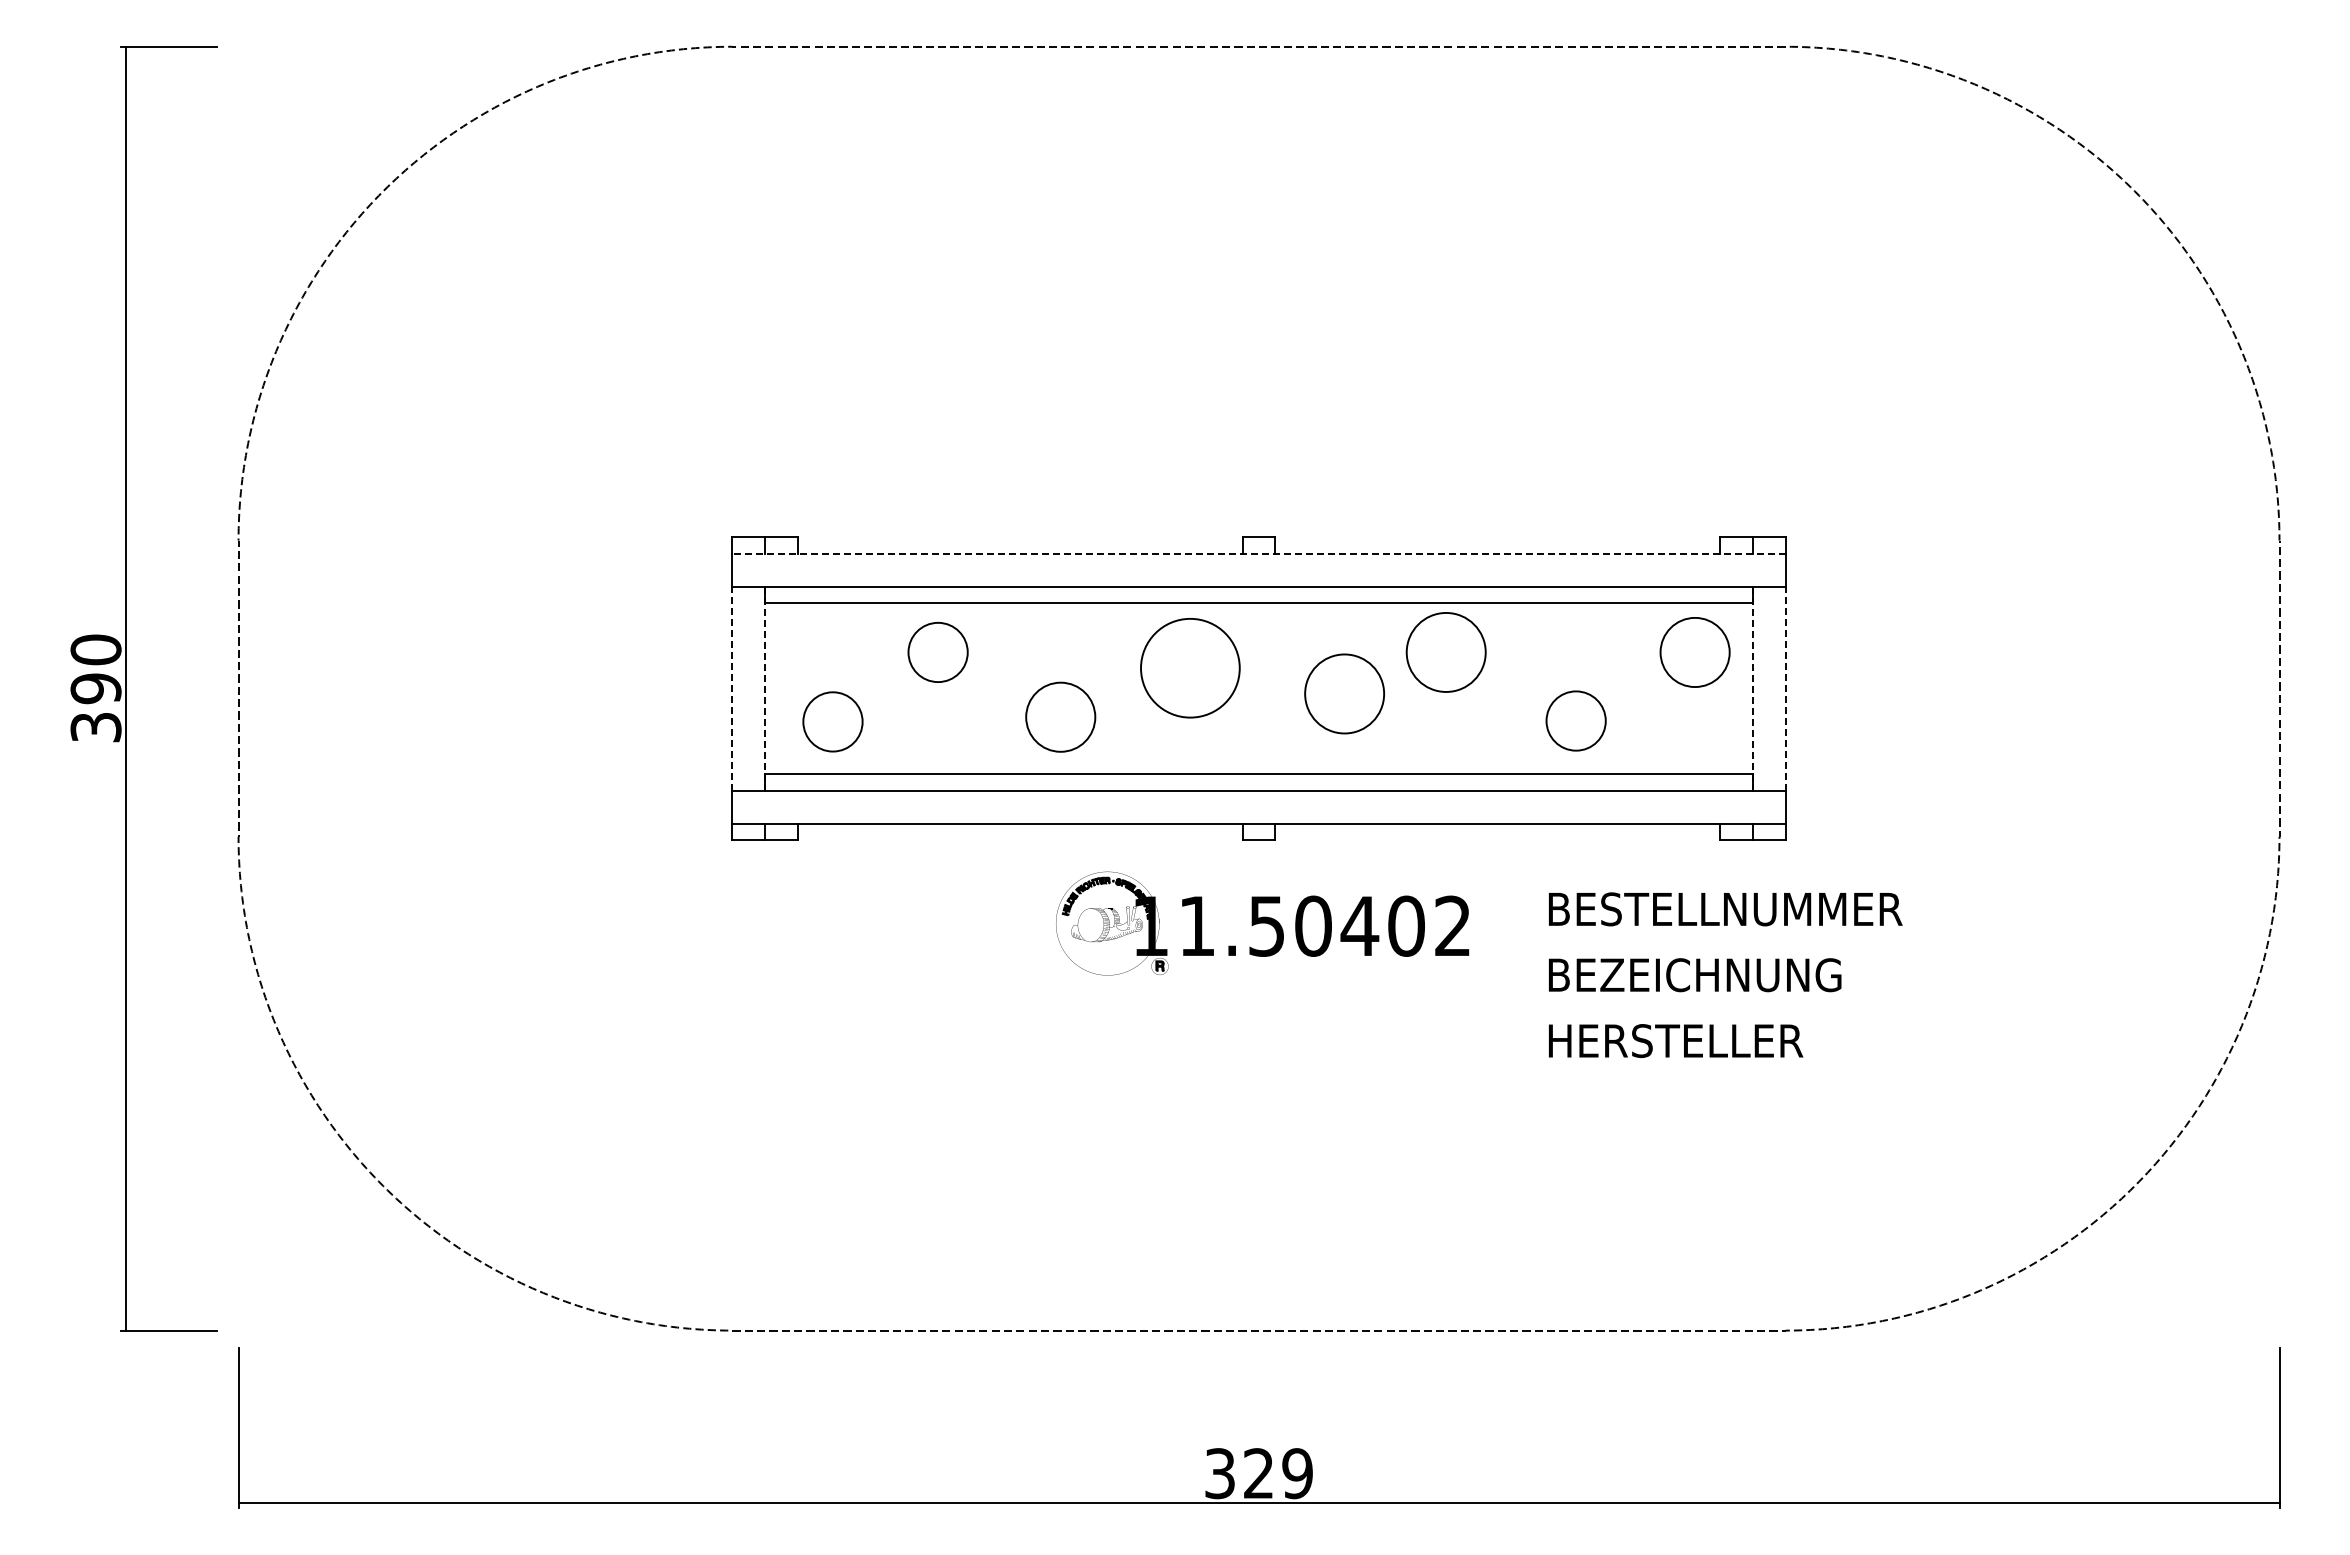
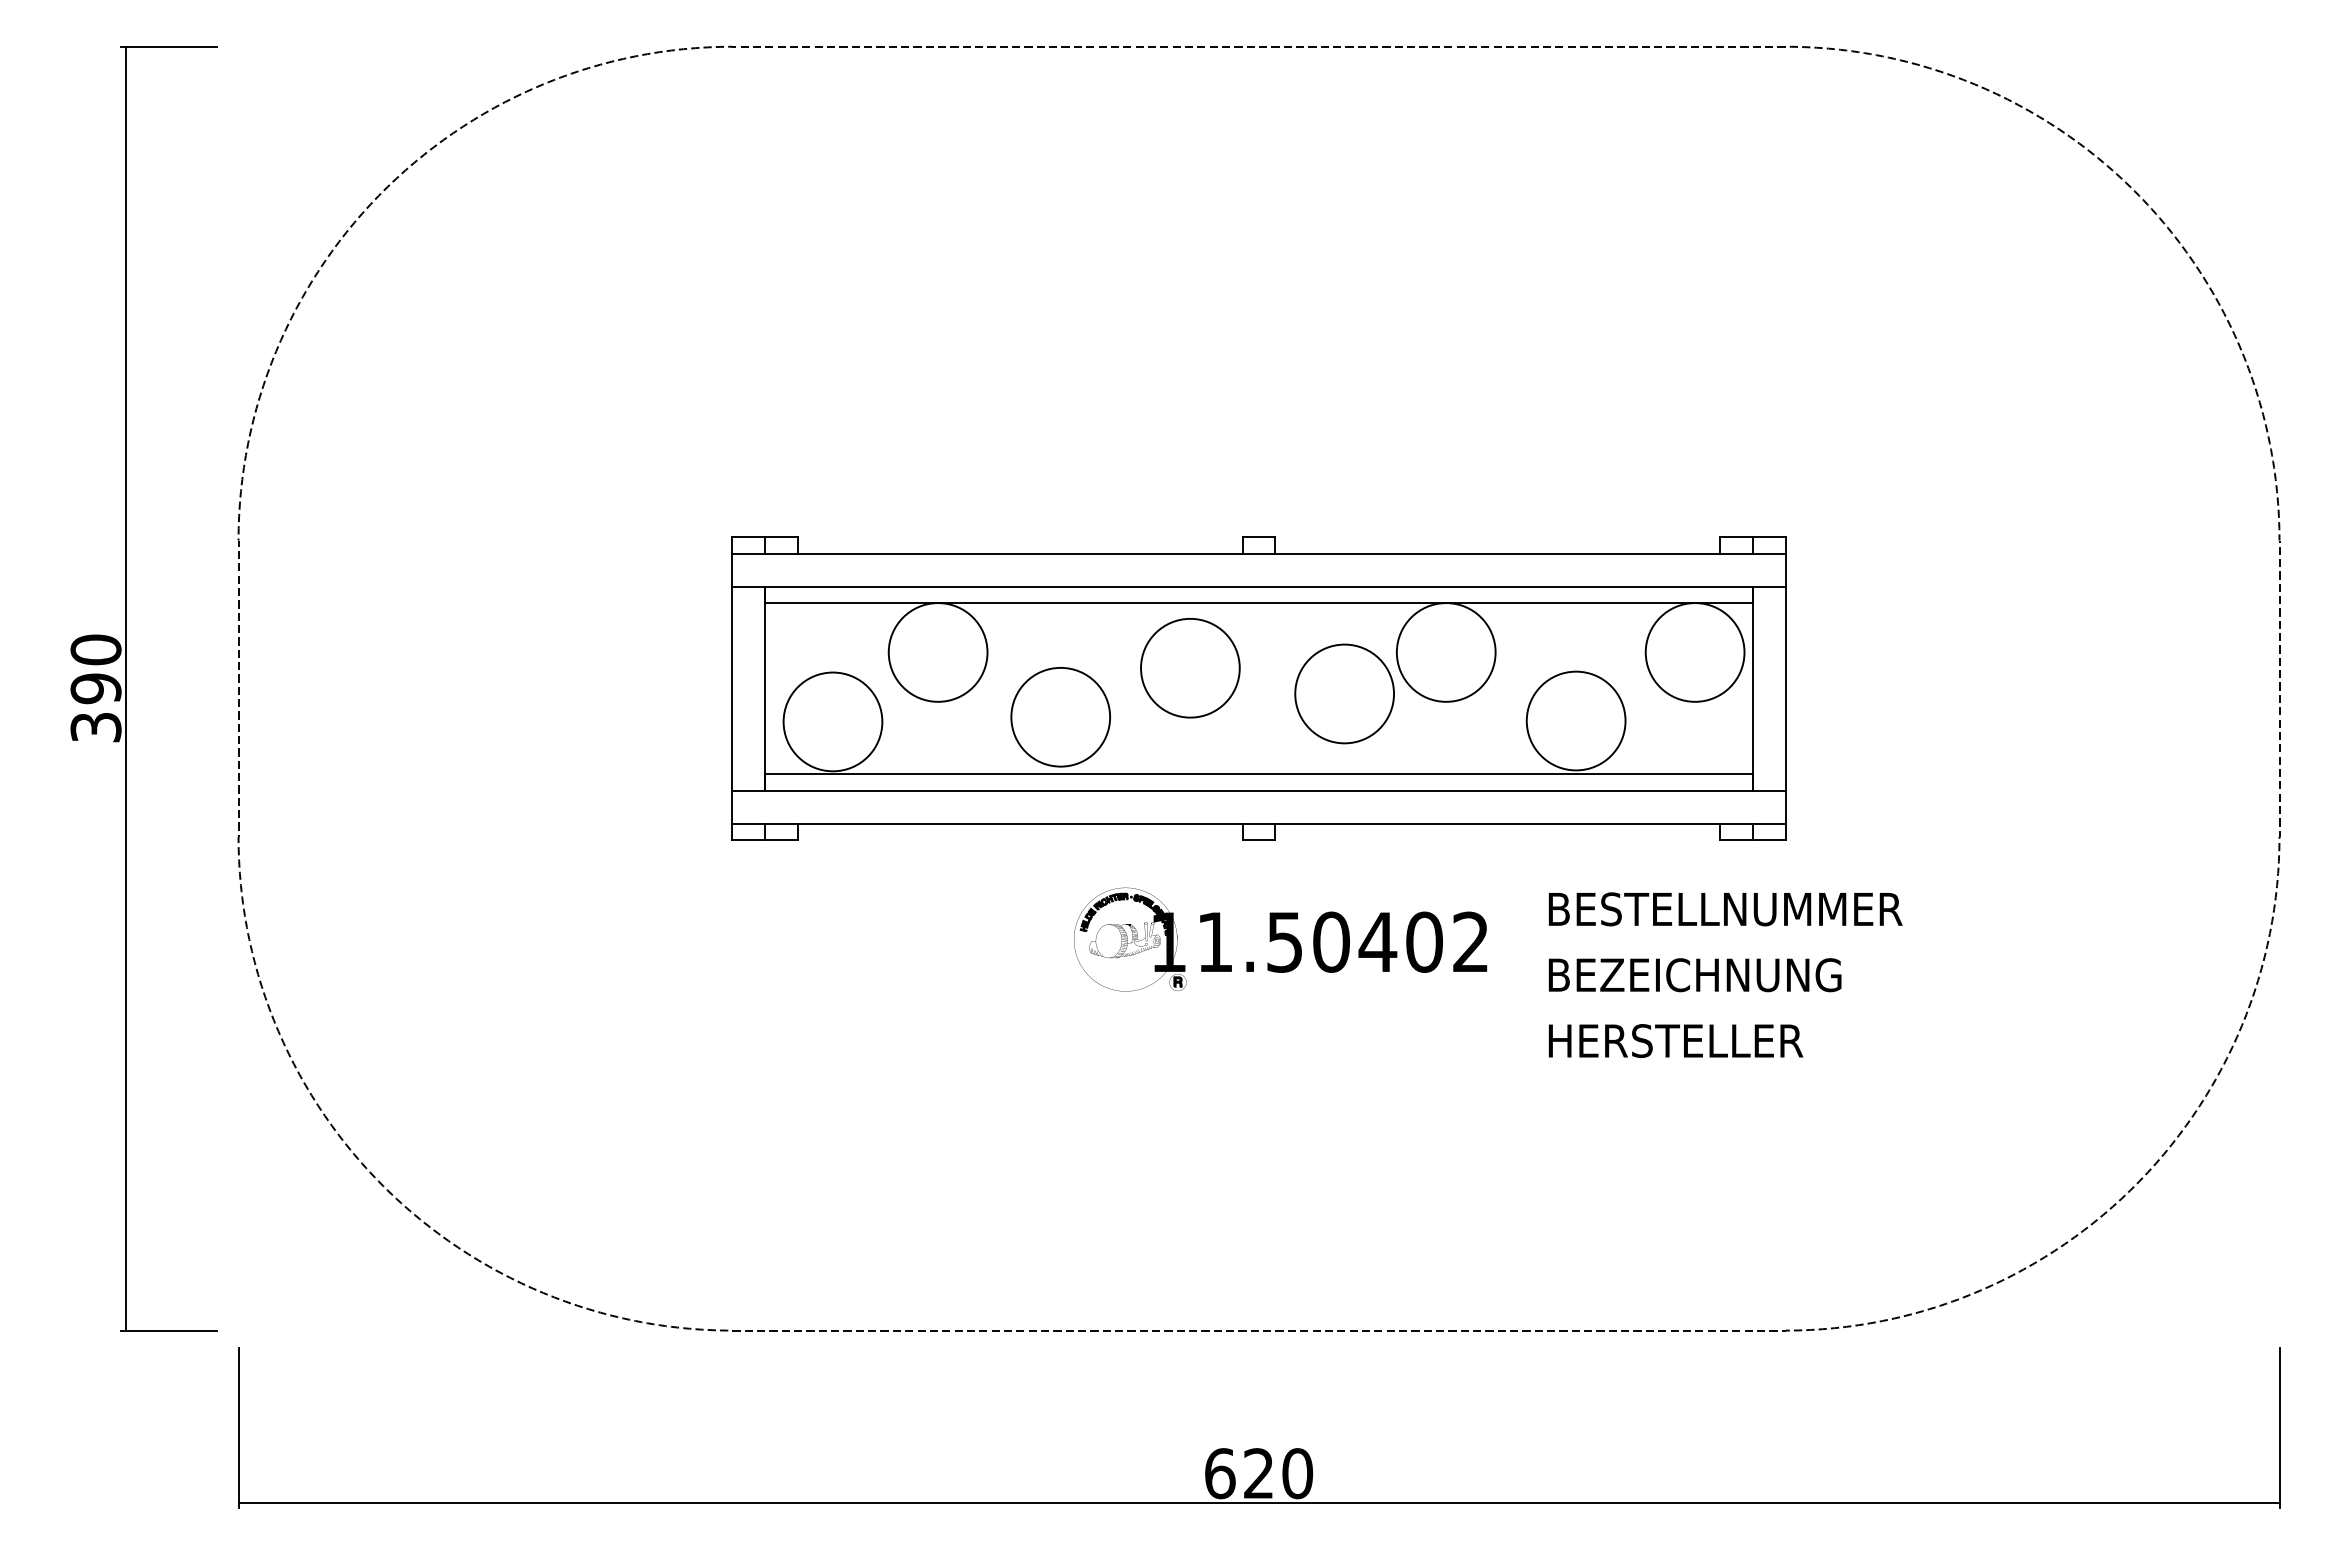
line at (1259, 553): dashed -> solid
circle at (1445, 651) diameter: 79 px -> 99 px
circle at (937, 652) diameter: 59 px -> 99 px
circle at (1694, 652) diameter: 69 px -> 99 px
line at (732, 688): dashed -> solid
line at (1785, 688): dashed -> solid
line at (765, 689): dashed -> solid
line at (1752, 689): dashed -> solid
circle at (1344, 693) diameter: 79 px -> 99 px
circle at (1060, 716) diameter: 69 px -> 99 px
circle at (1575, 720) diameter: 59 px -> 99 px
circle at (832, 721) diameter: 59 px -> 99 px
part at (1262, 923) position: (1262, 923) -> (1280, 939)
text at (1259, 1473): 329 -> 620
